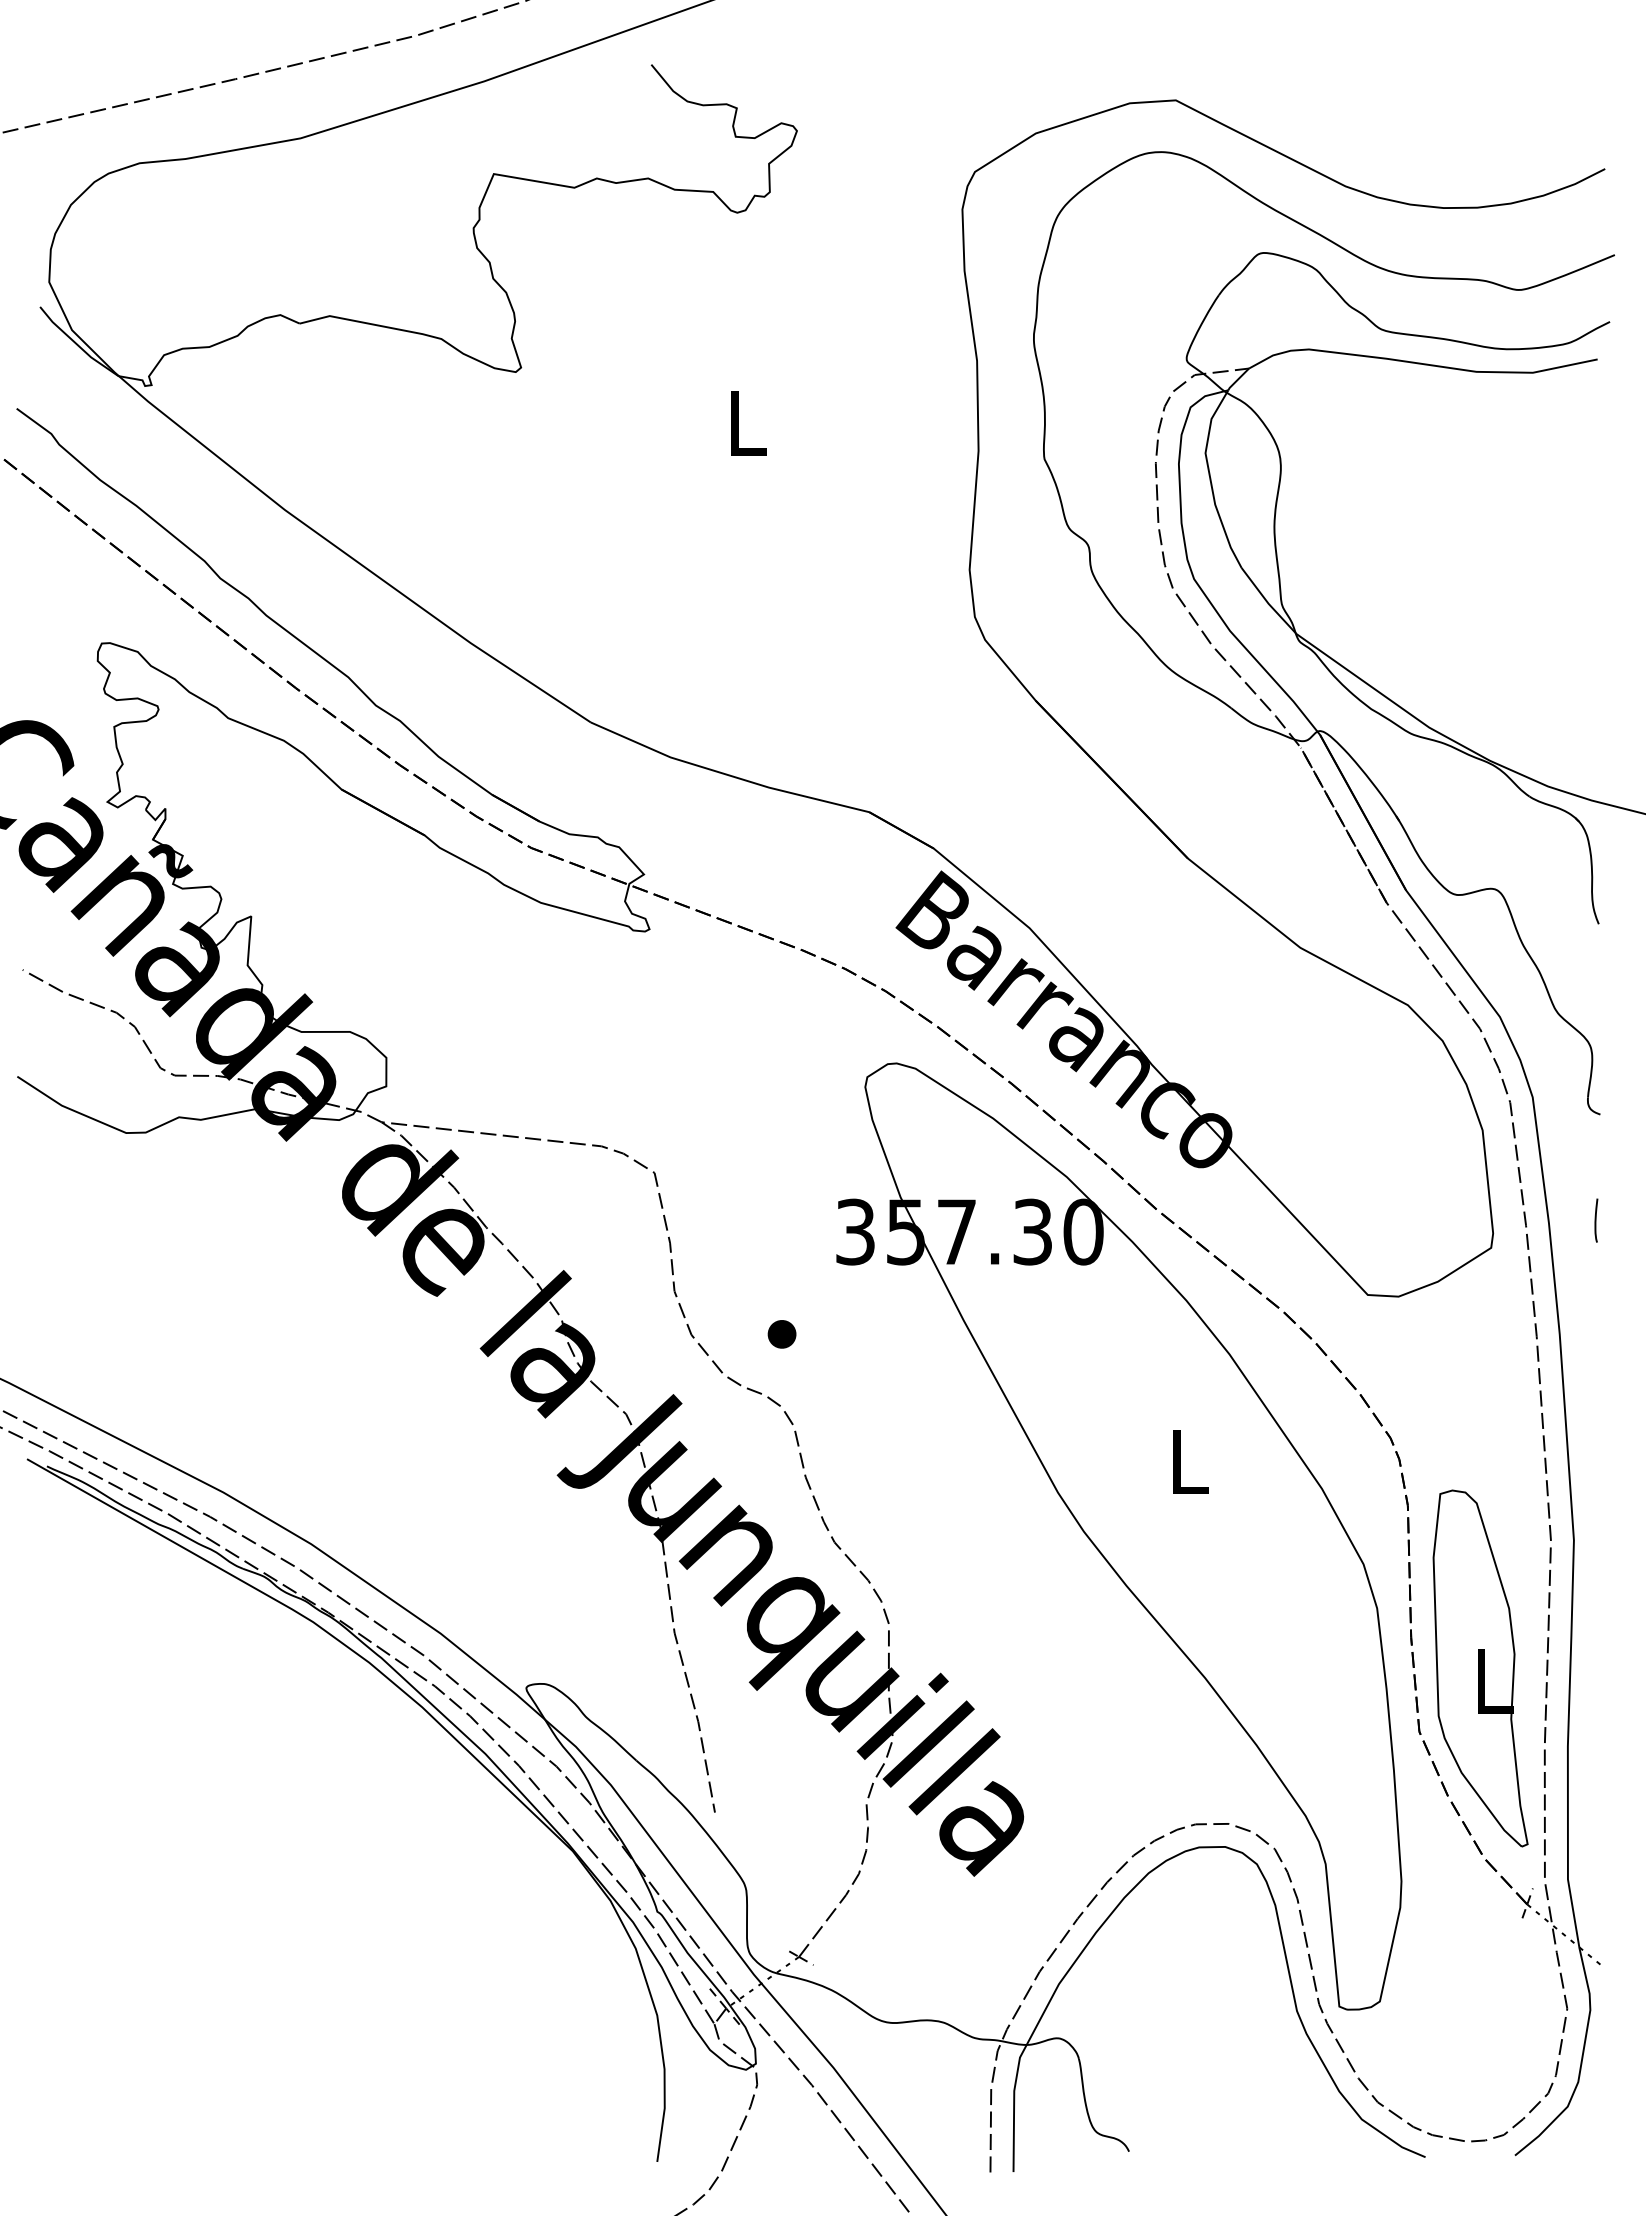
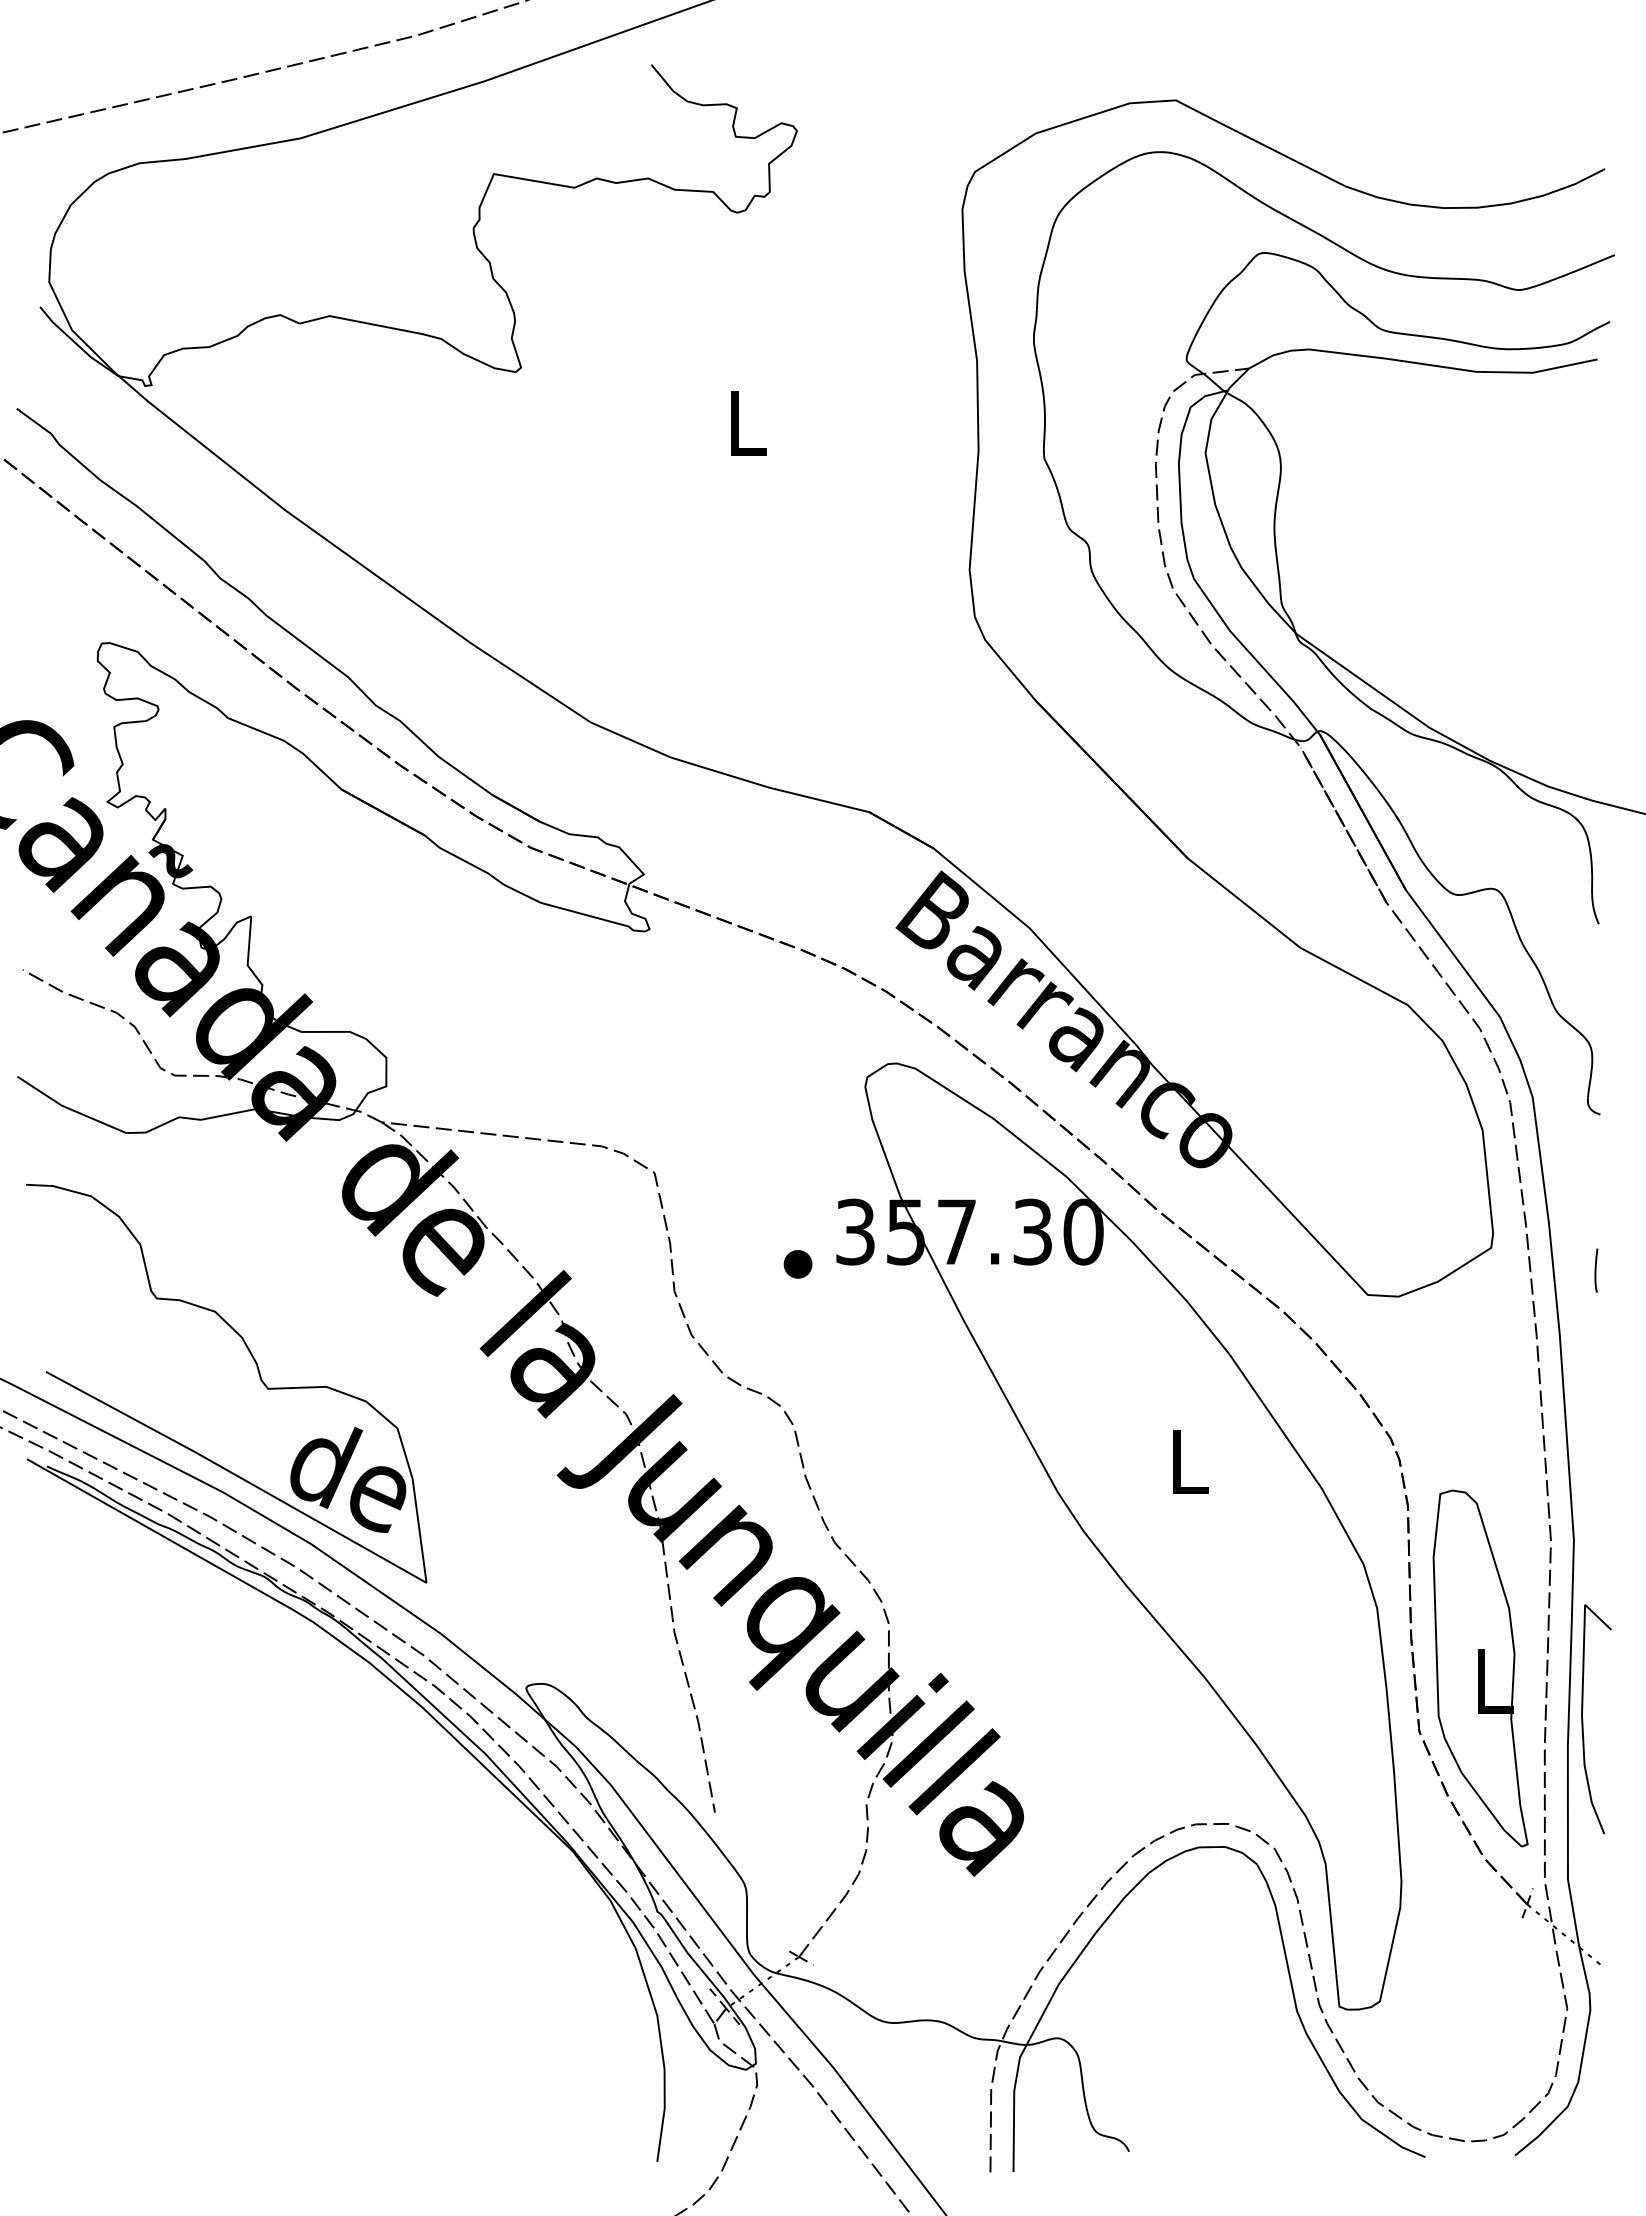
curve at (1596, 1220) position: (1596, 1220) -> (1596, 1270)
part at (781, 1334) position: (781, 1334) -> (797, 1264)
part at (258, 1374): none -> present
curve at (1583, 1719): none -> present
